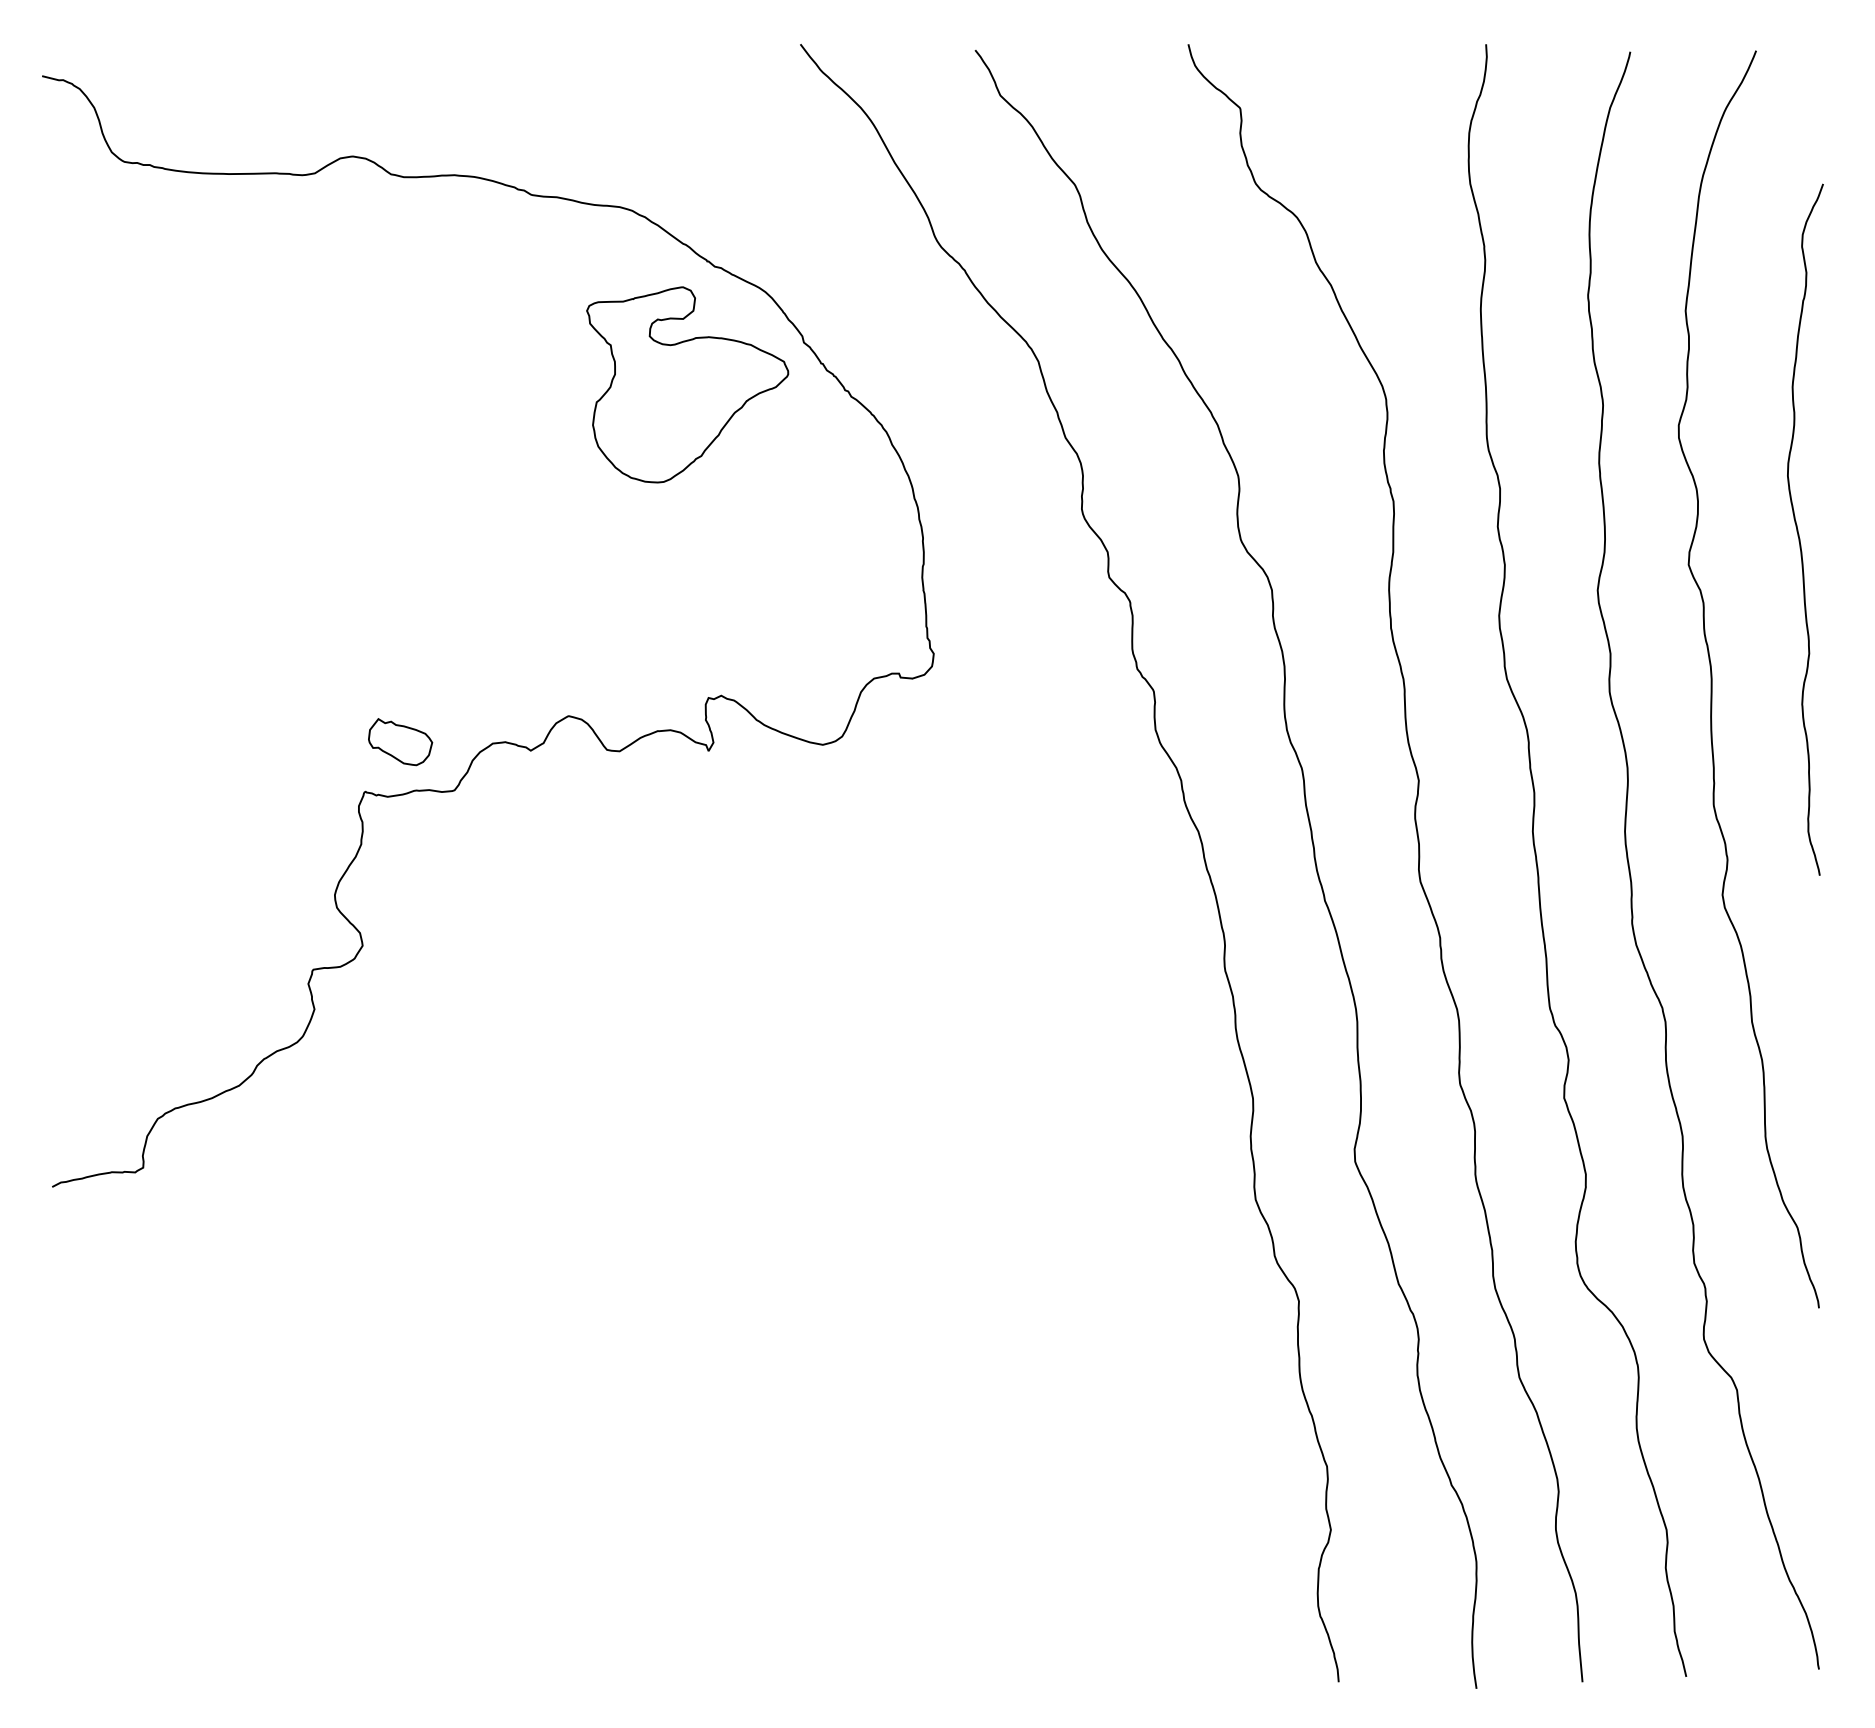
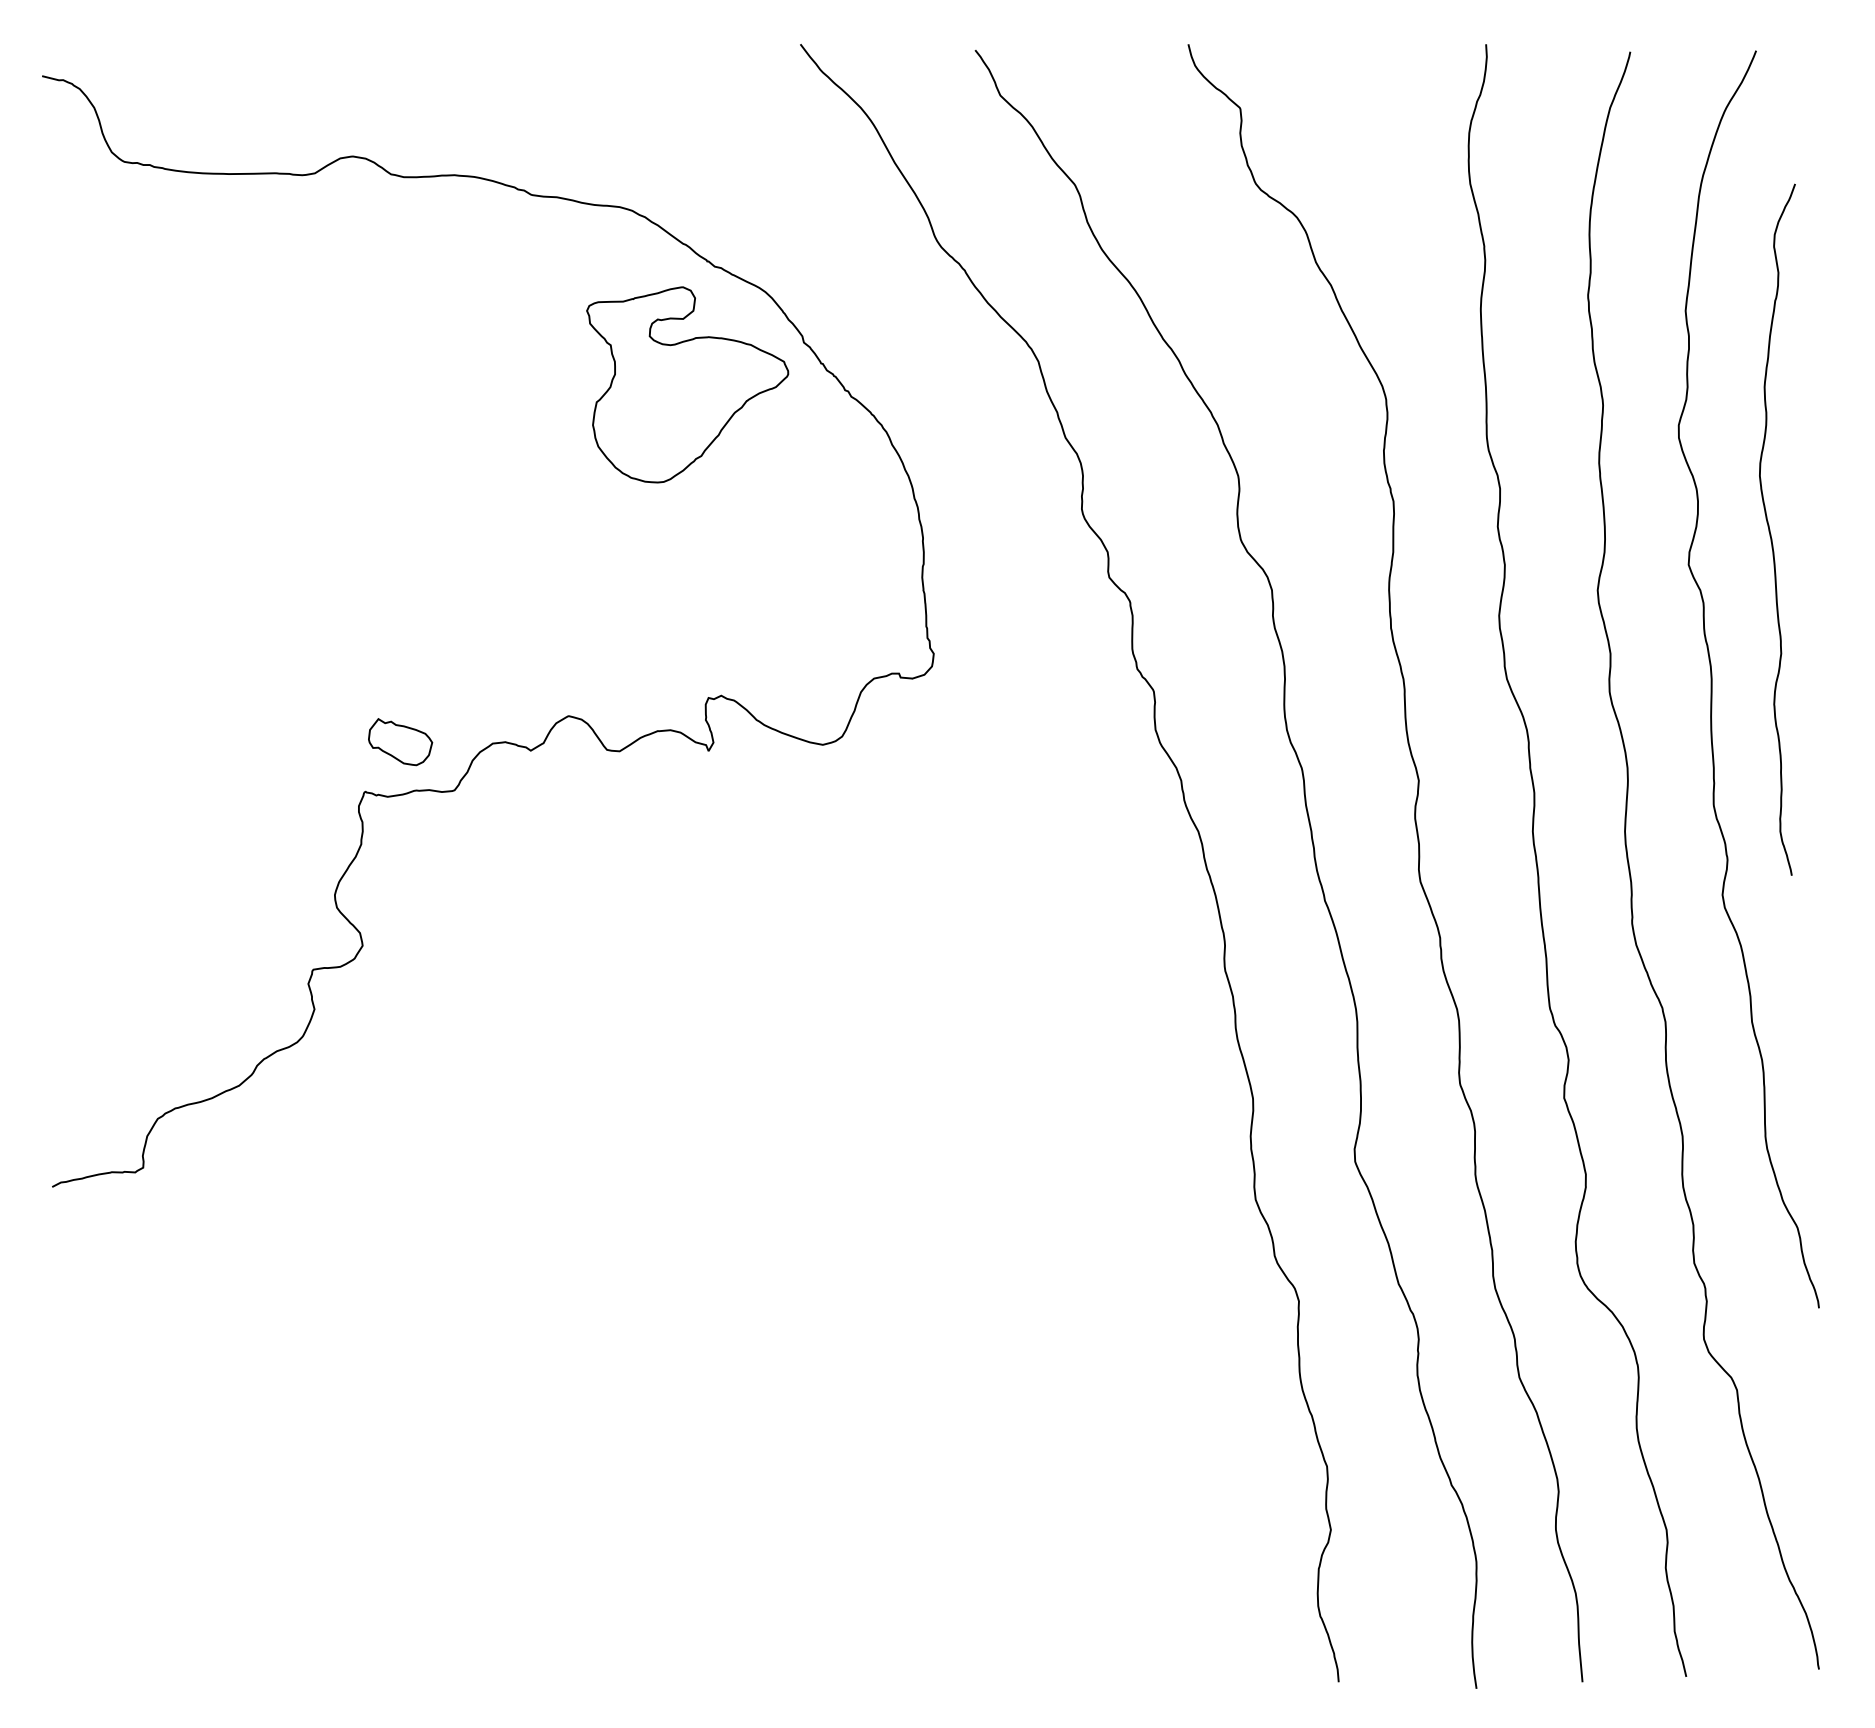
curve at (1798, 529) position: (1798, 529) -> (1770, 529)
